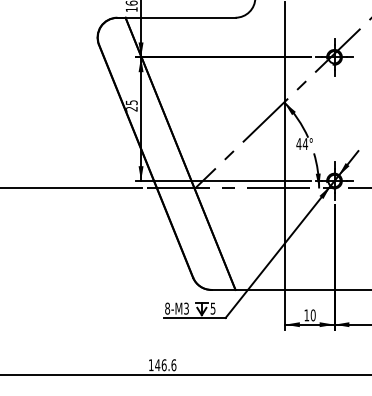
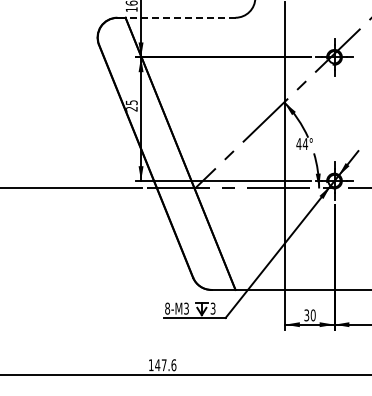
line at (180, 17): solid -> dashed
text at (213, 307): 5 -> 3
text at (306, 315): 10 -> 30
text at (163, 365): 146.6 -> 147.6
